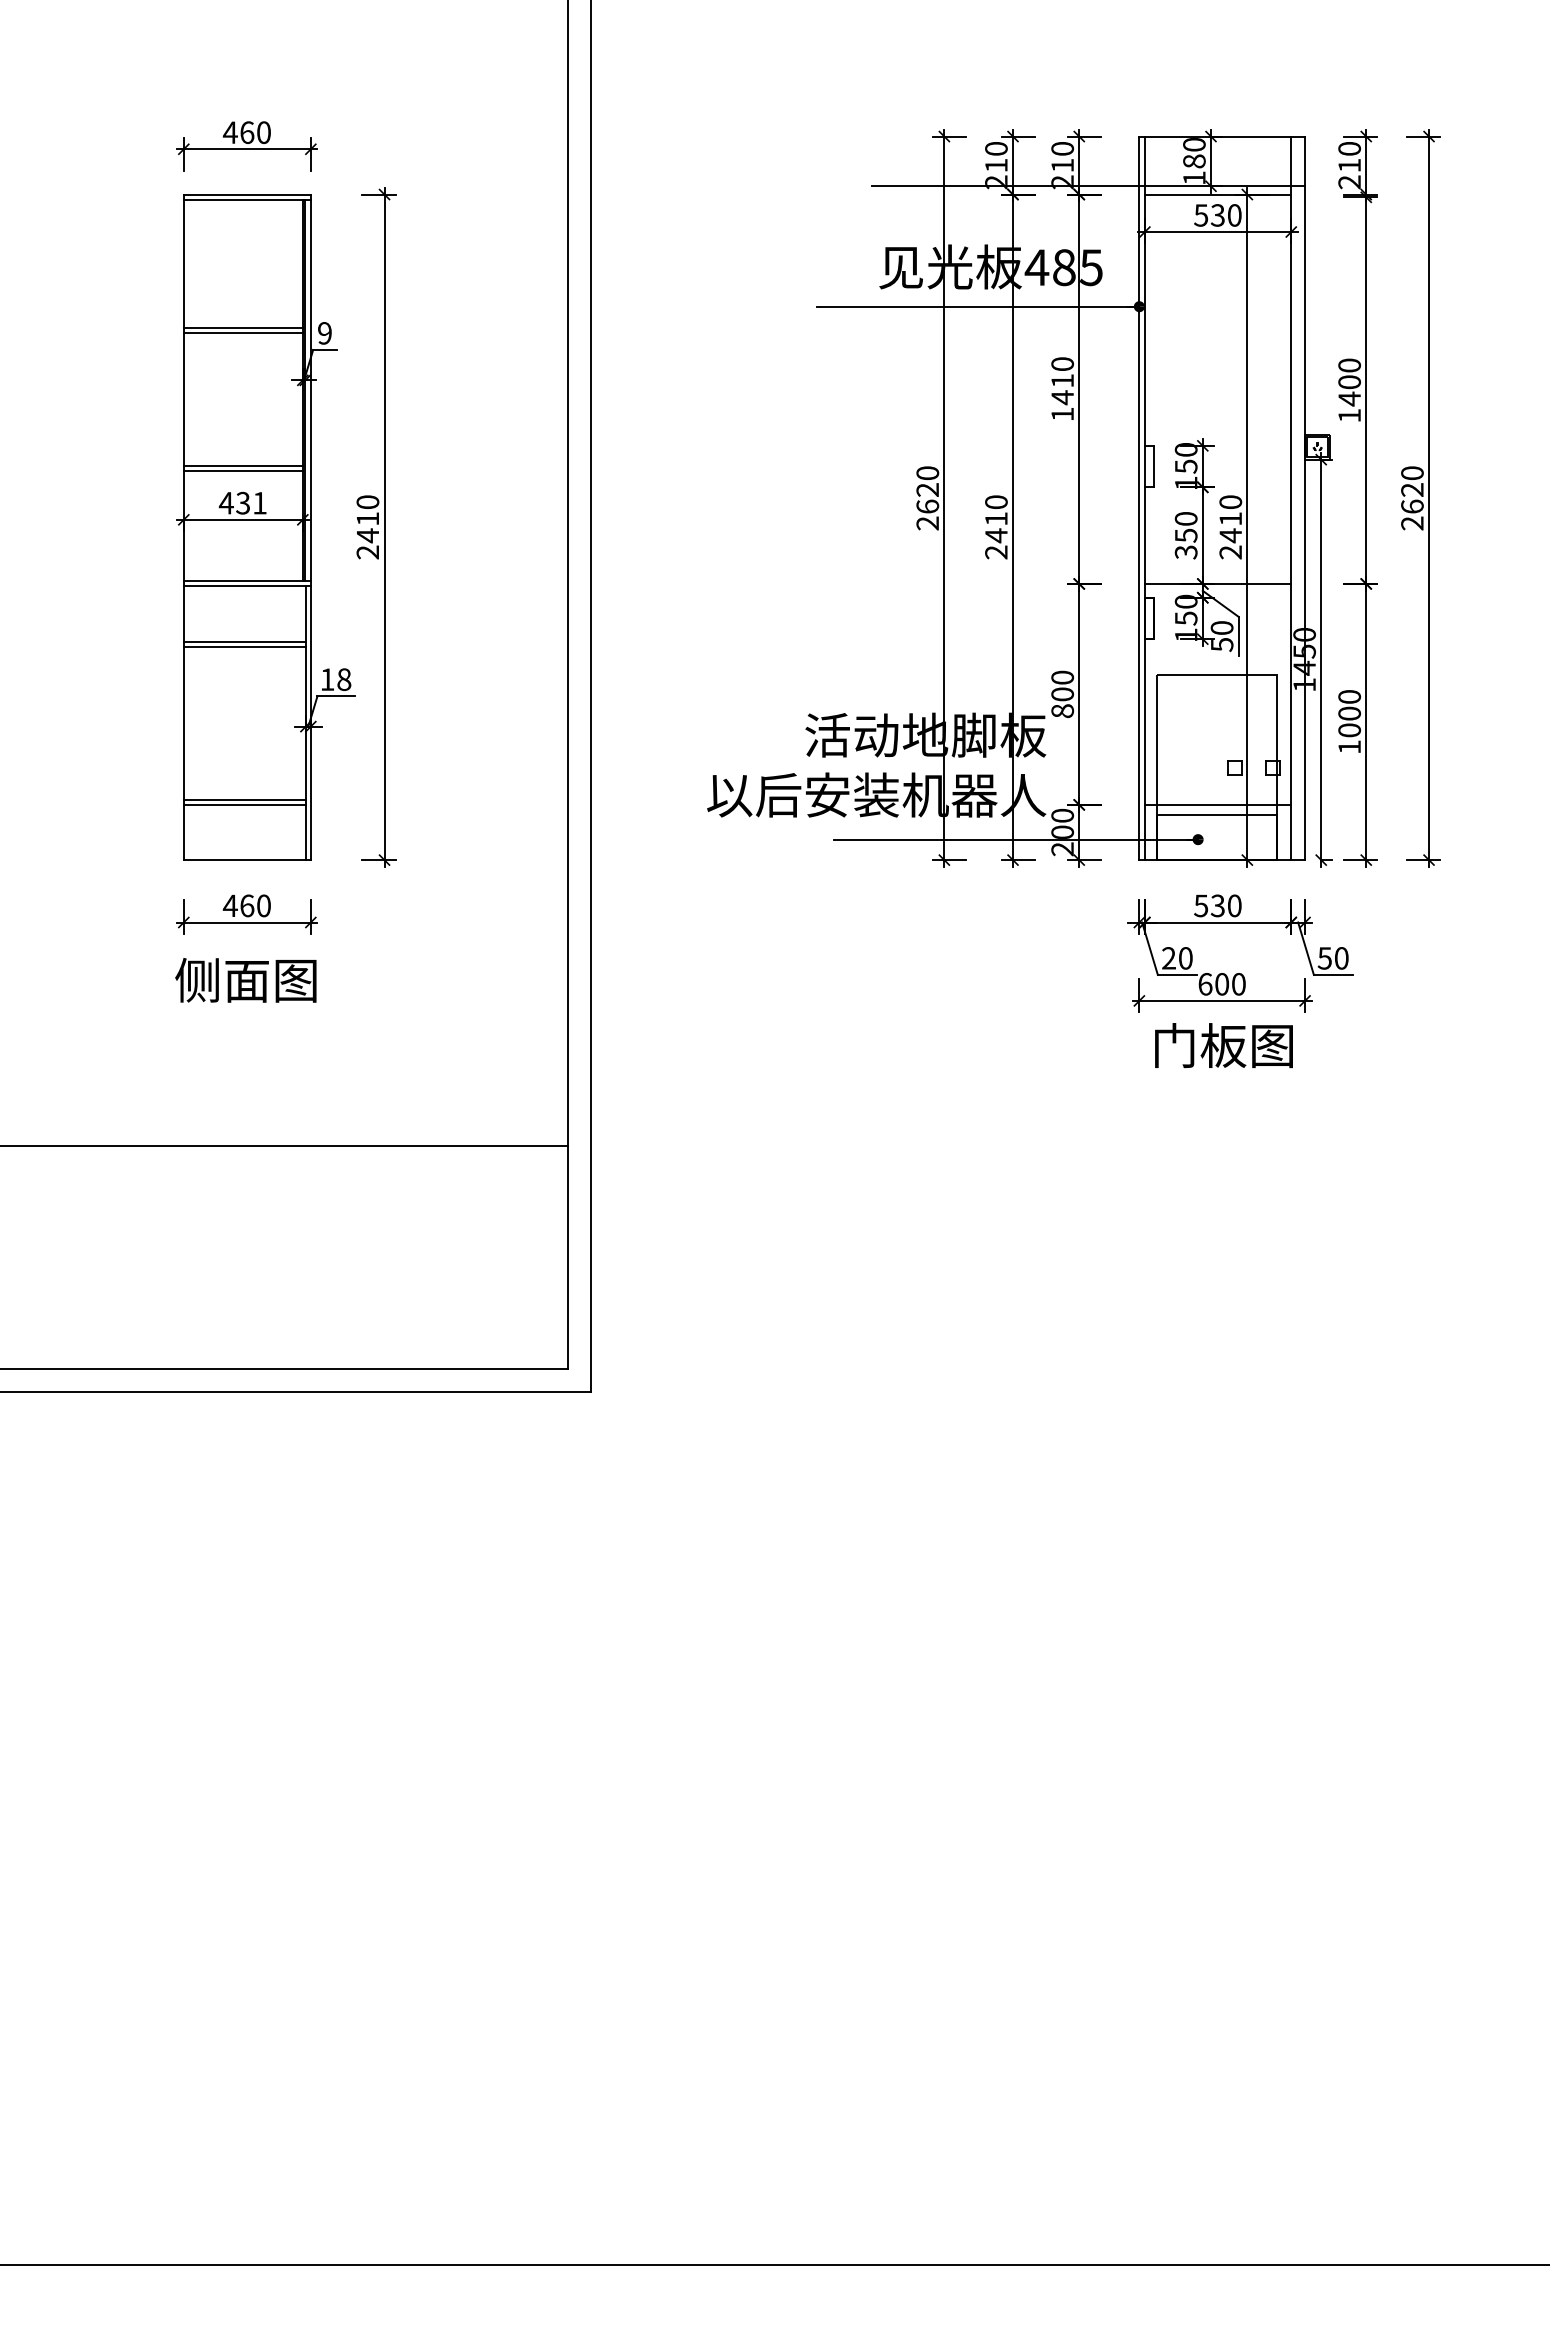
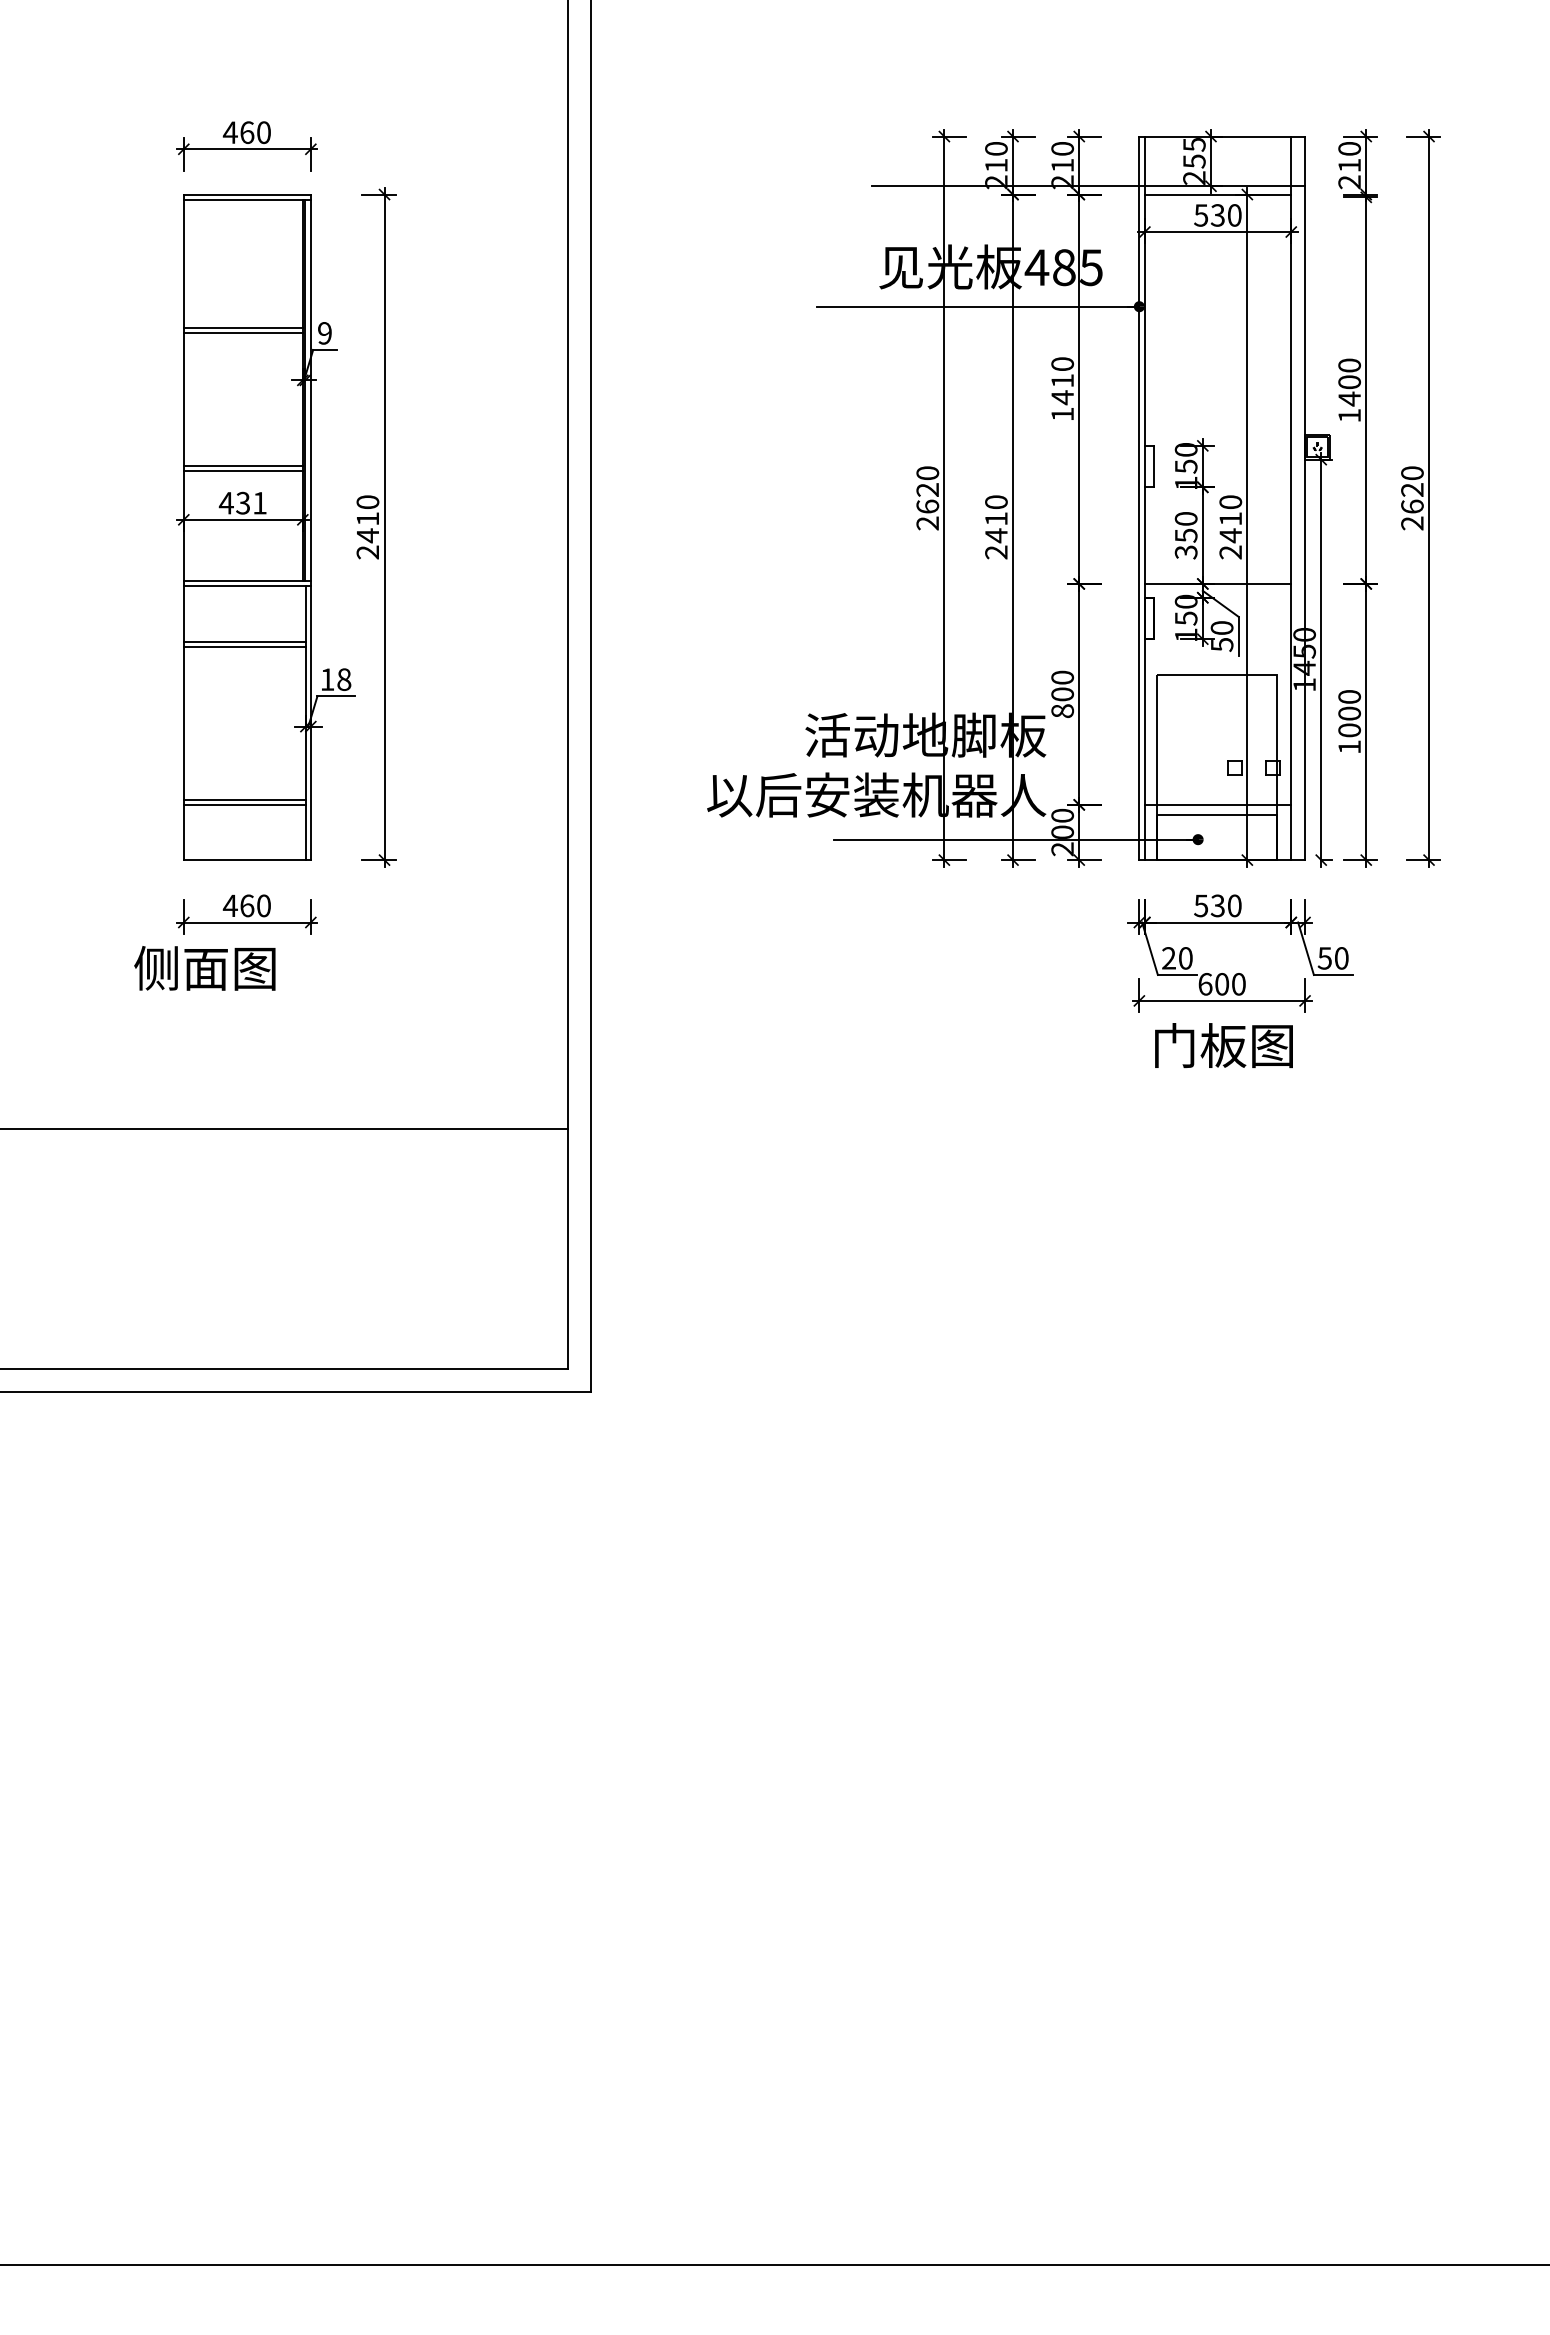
text at (1194, 161): 180 -> 255
text at (245, 980) position: (245, 980) -> (204, 968)
line at (284, 1145) position: (284, 1145) -> (284, 1128)
